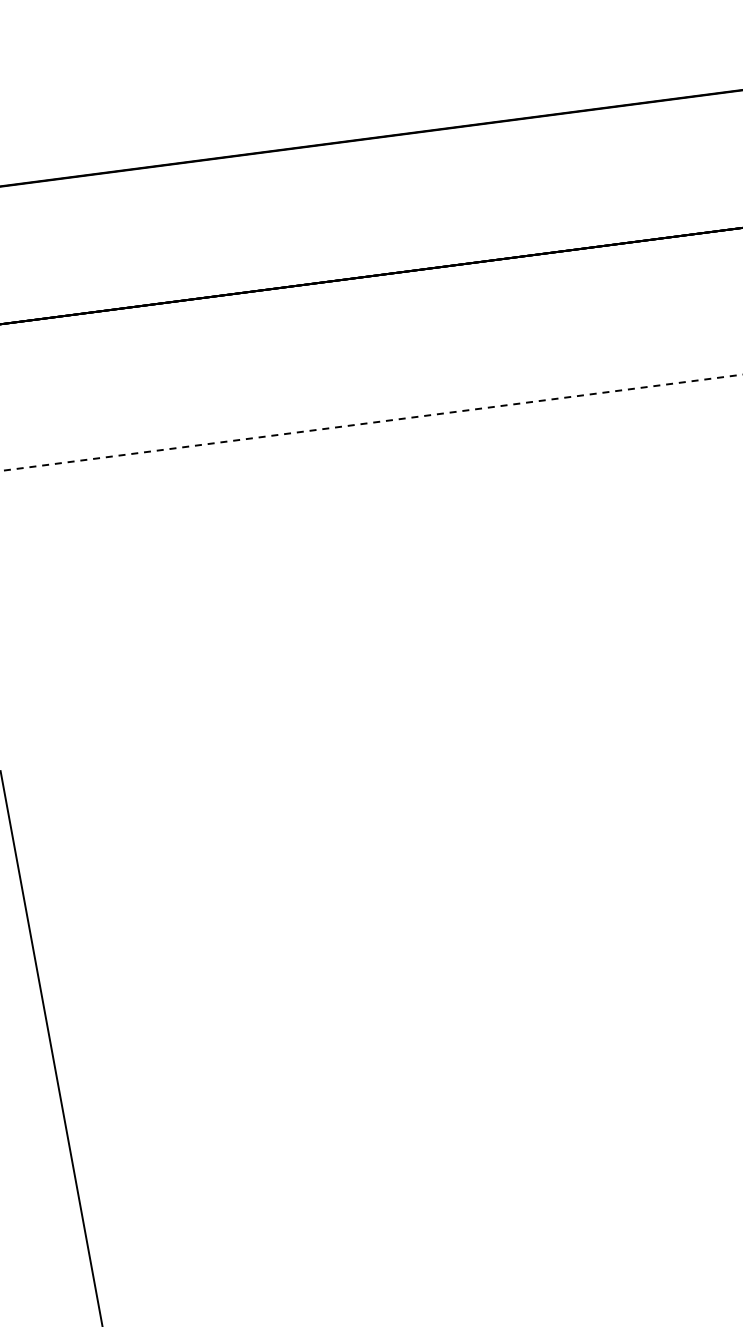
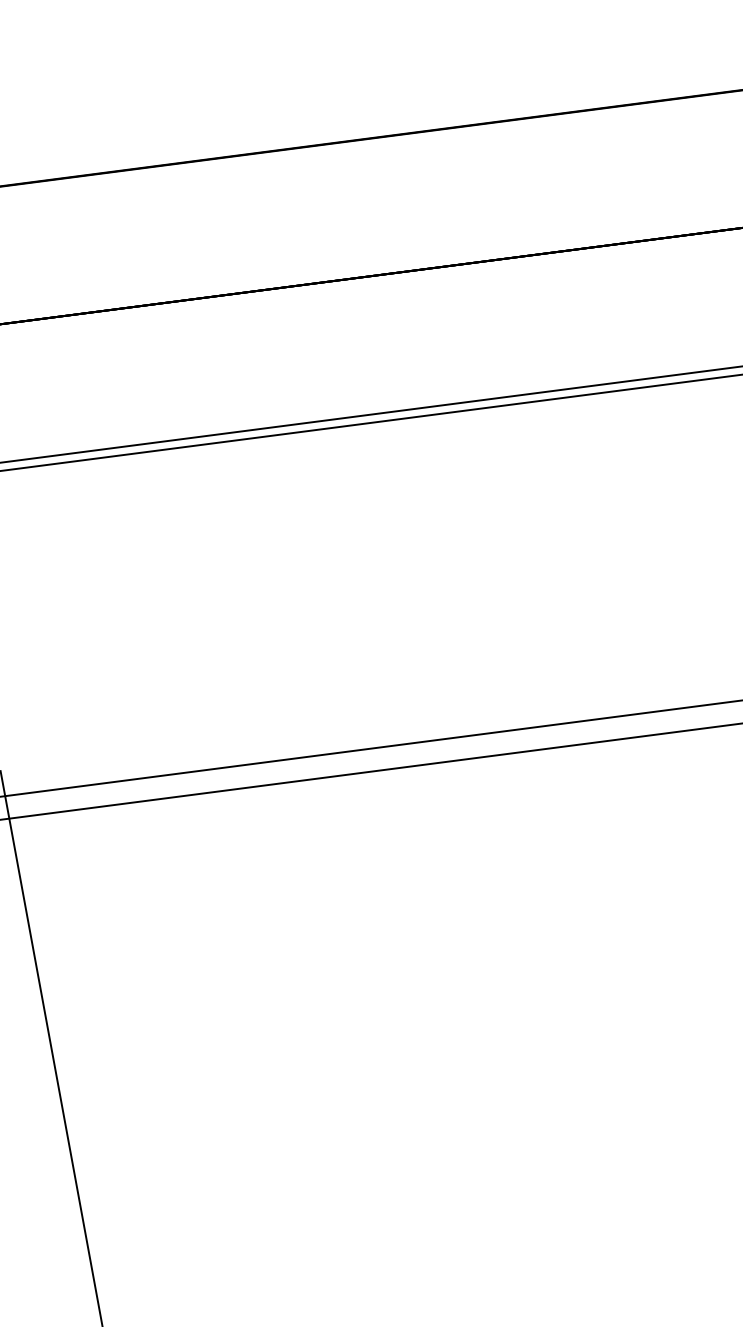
line at (370, 414): none -> present
line at (371, 422): dashed -> solid
line at (370, 748): none -> present
line at (370, 771): none -> present
